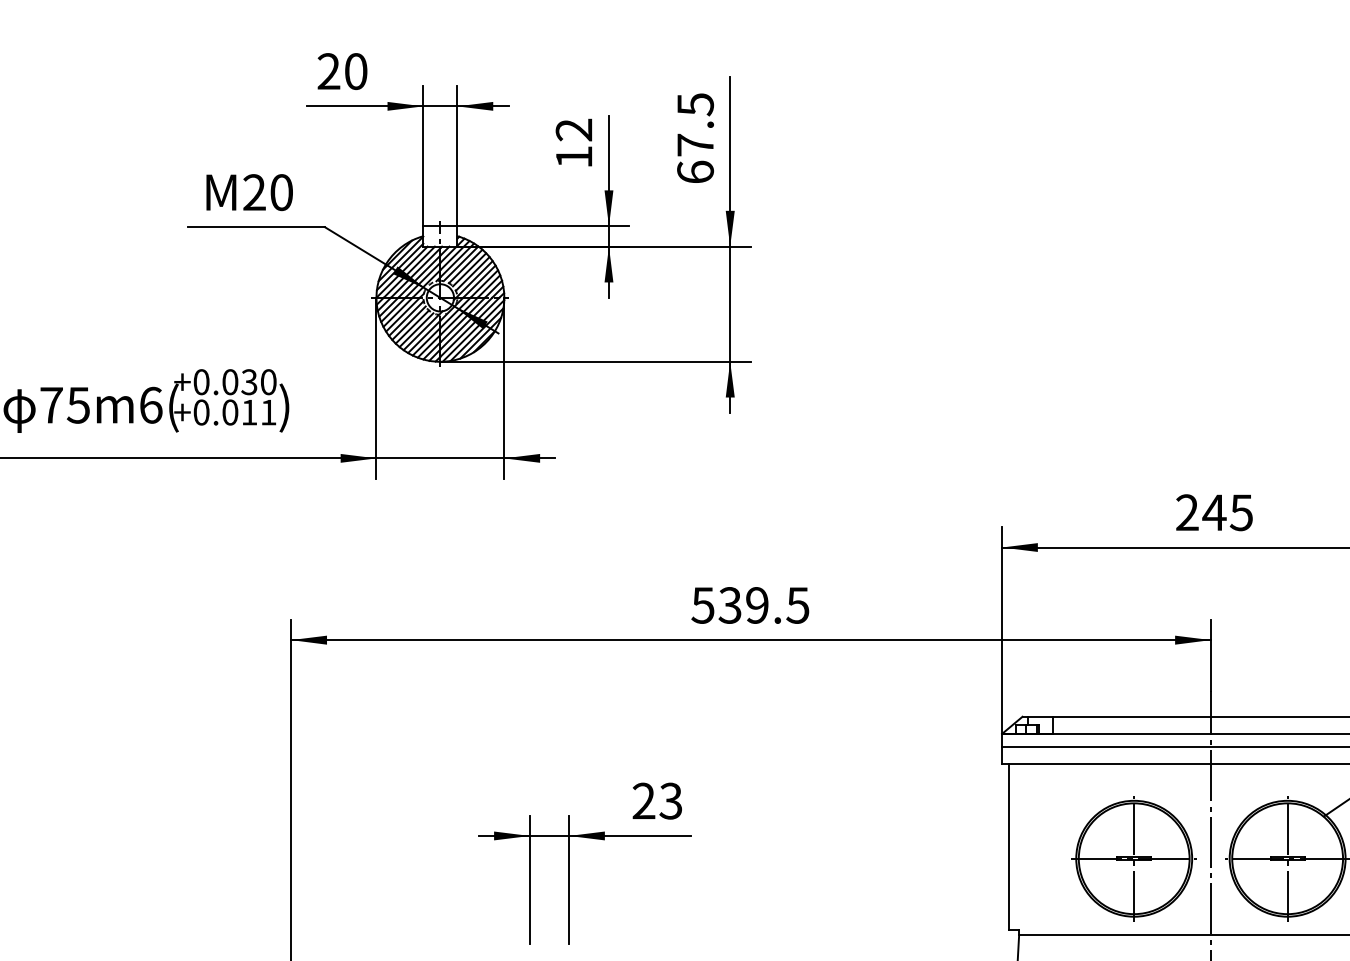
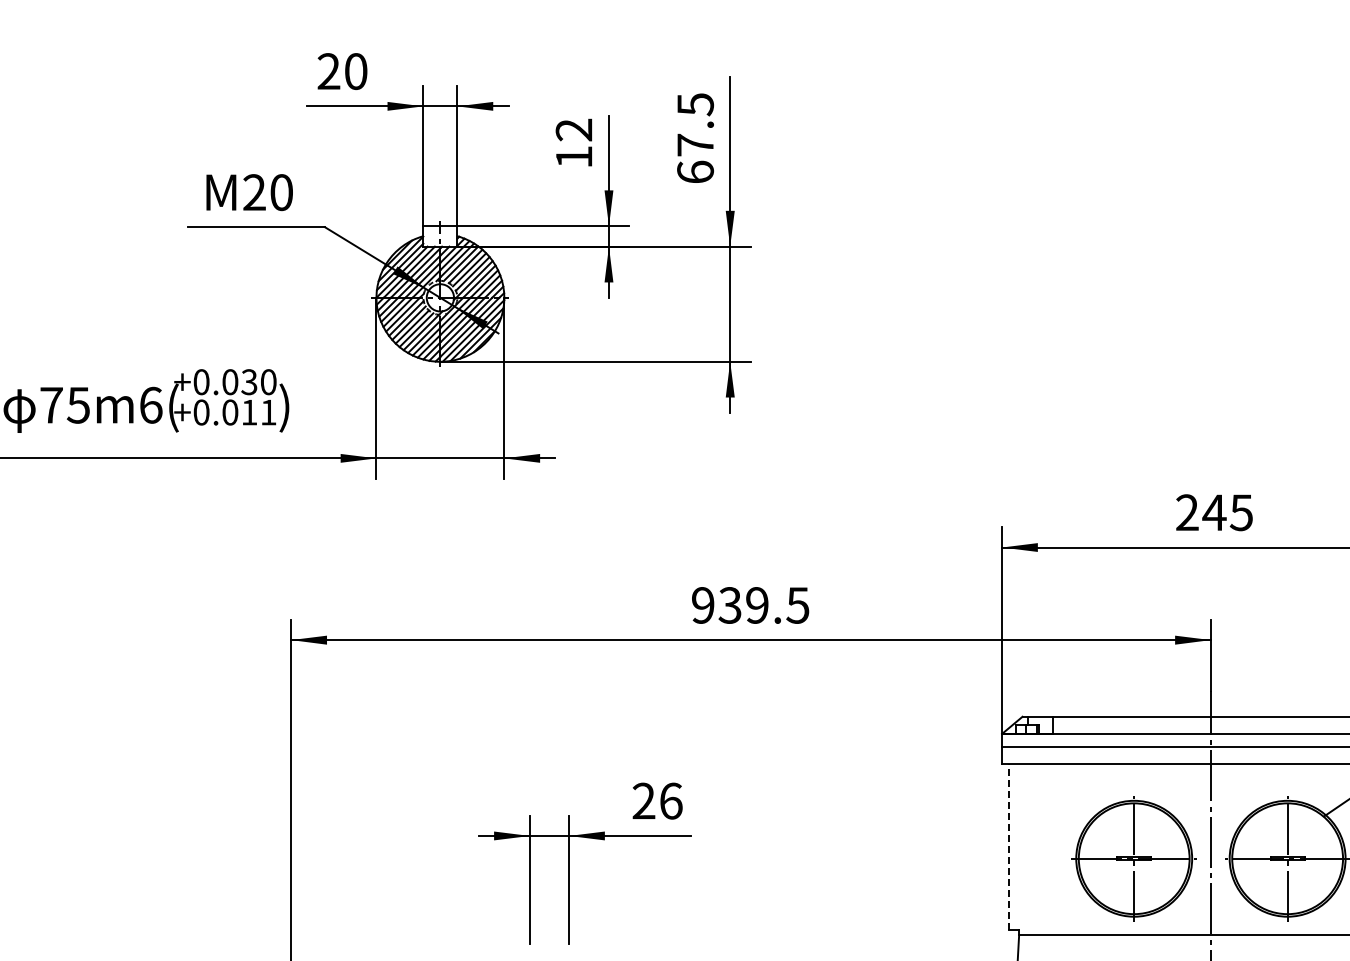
text at (702, 605): 539.5 -> 939.5
text at (670, 800): 23 -> 26
line at (1008, 847): solid -> dashed
